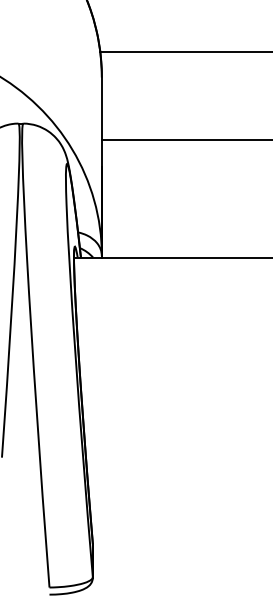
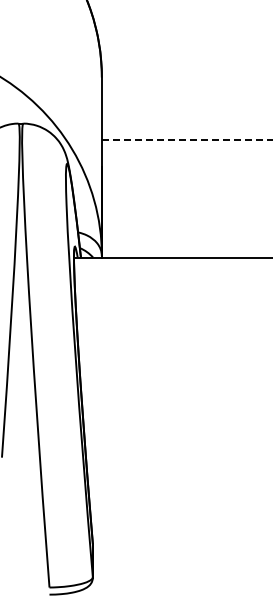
line at (184, 52): present -> none
line at (187, 140): solid -> dashed
